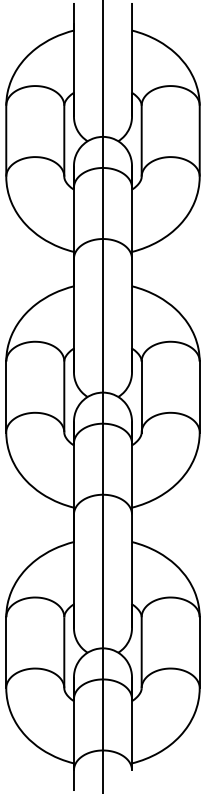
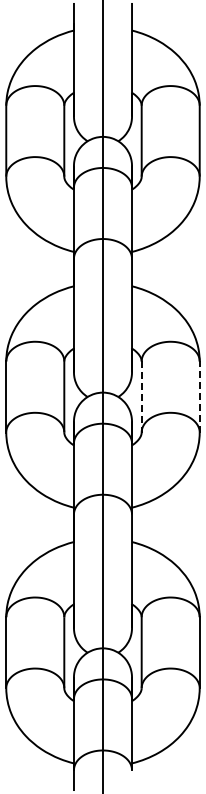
line at (141, 396): solid -> dashed
line at (199, 396): solid -> dashed
